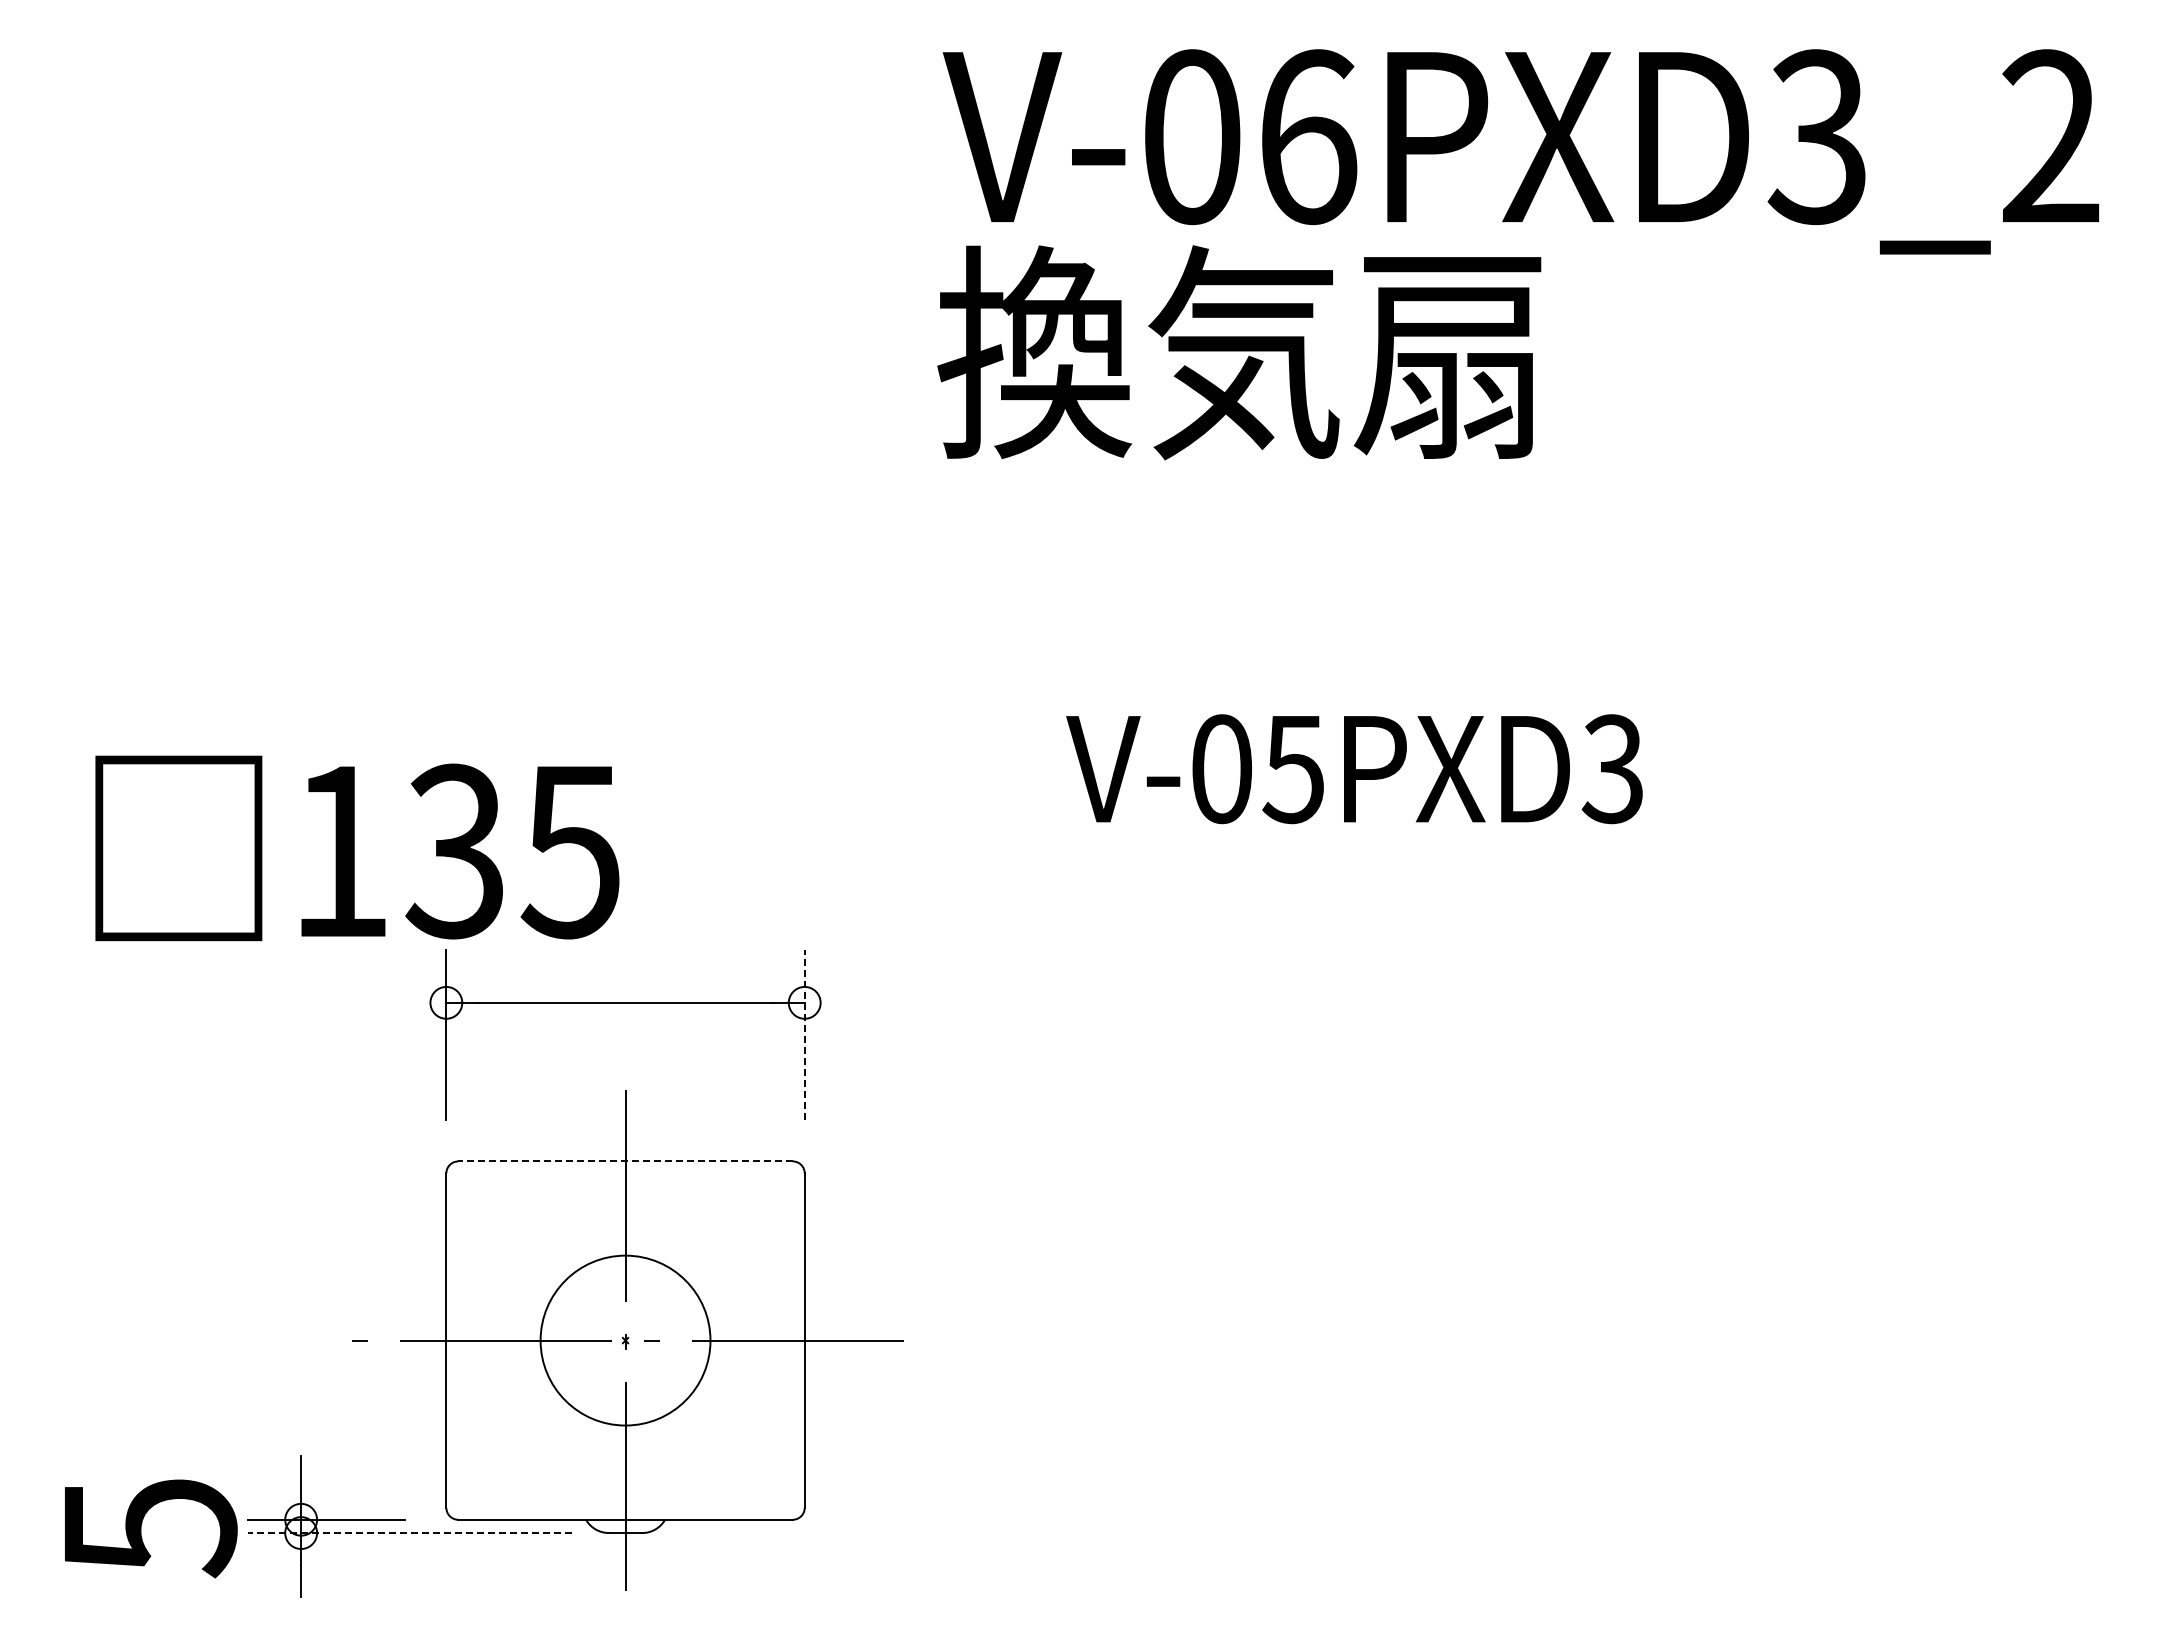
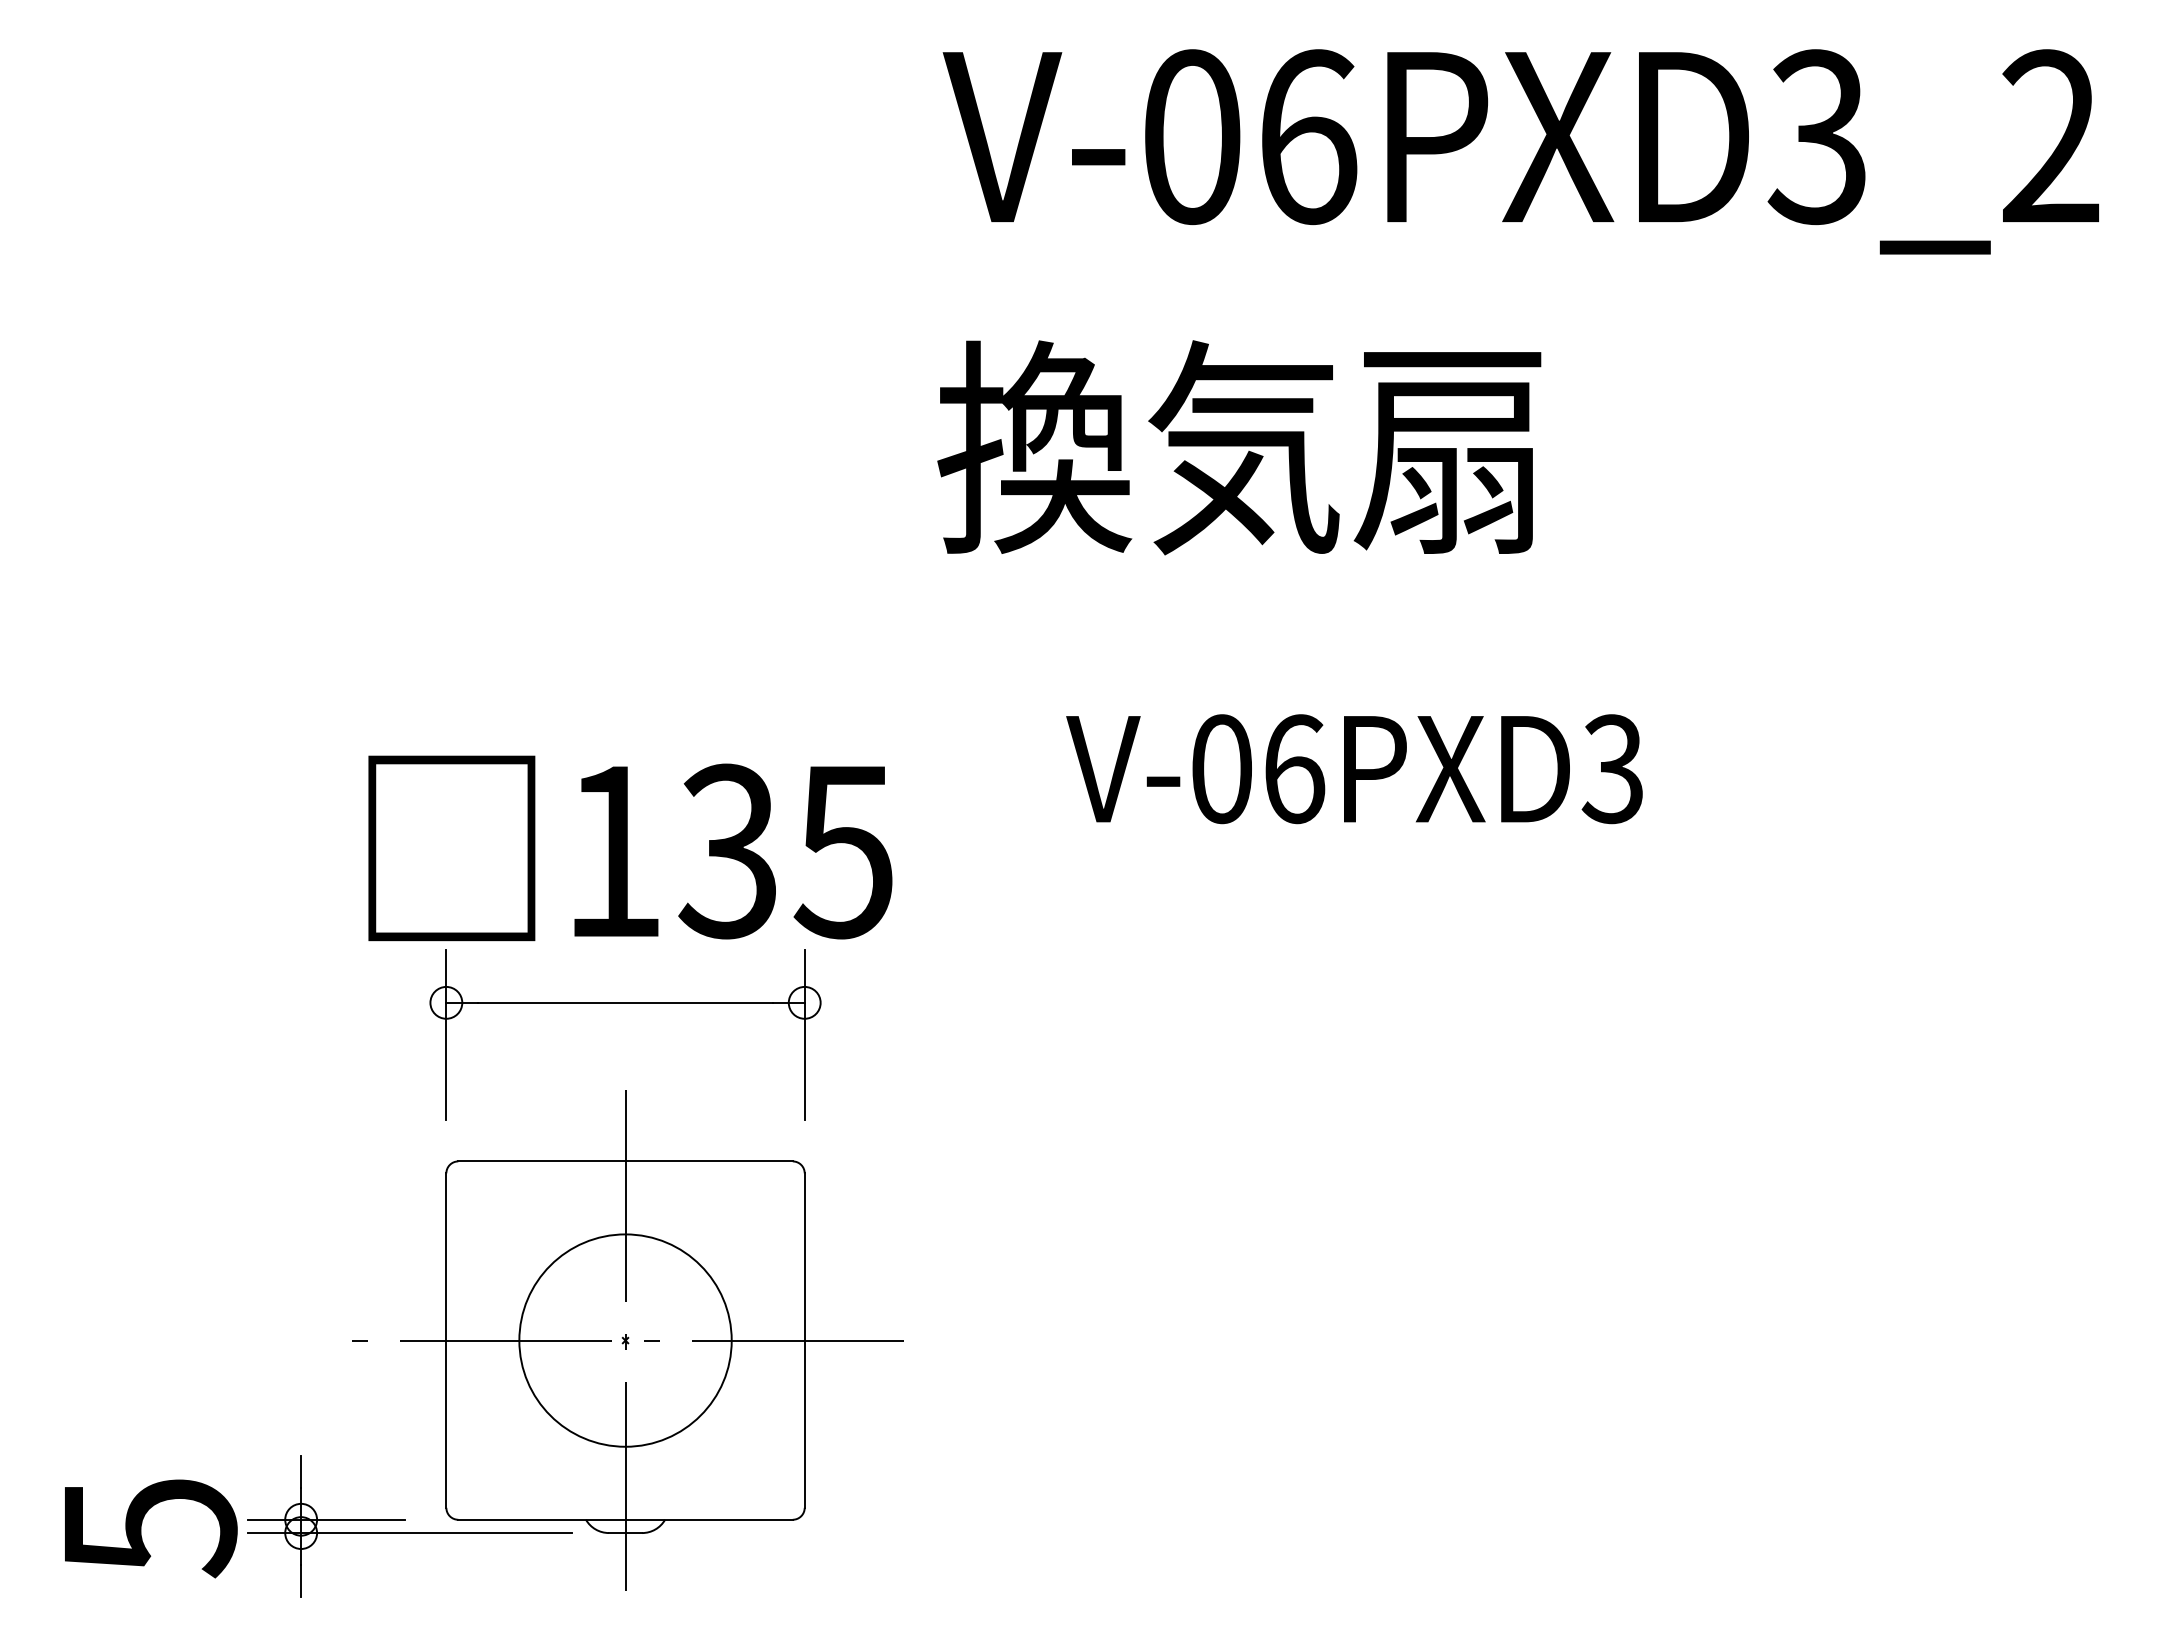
text at (1239, 352) position: (1239, 352) -> (1239, 447)
text at (1293, 769): V-05PXD3 -> V-06PXD3
text at (357, 848) position: (357, 848) -> (630, 848)
line at (804, 1034): dashed -> solid
line at (625, 1161): dashed -> solid
circle at (625, 1340) diameter: 170 px -> 212 px
line at (409, 1533): dashed -> solid
